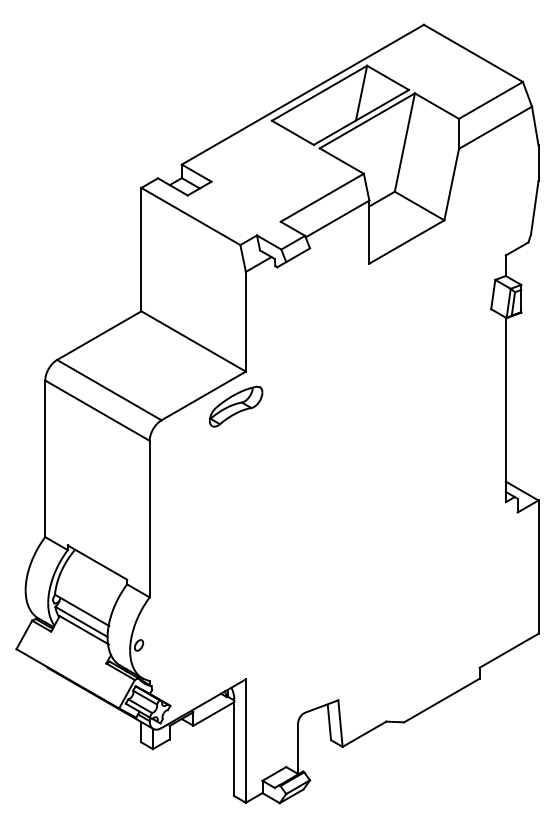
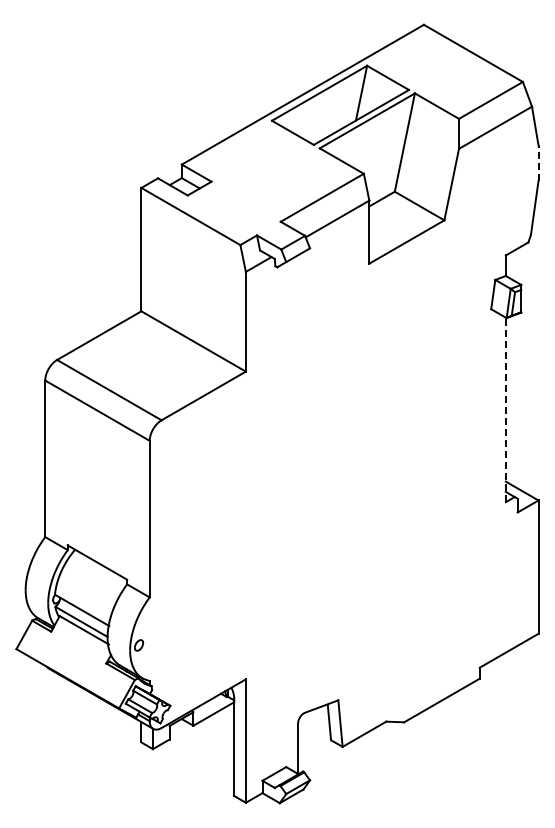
line at (538, 163): solid -> dashed
part at (236, 406): present -> none
line at (505, 409): solid -> dashed
